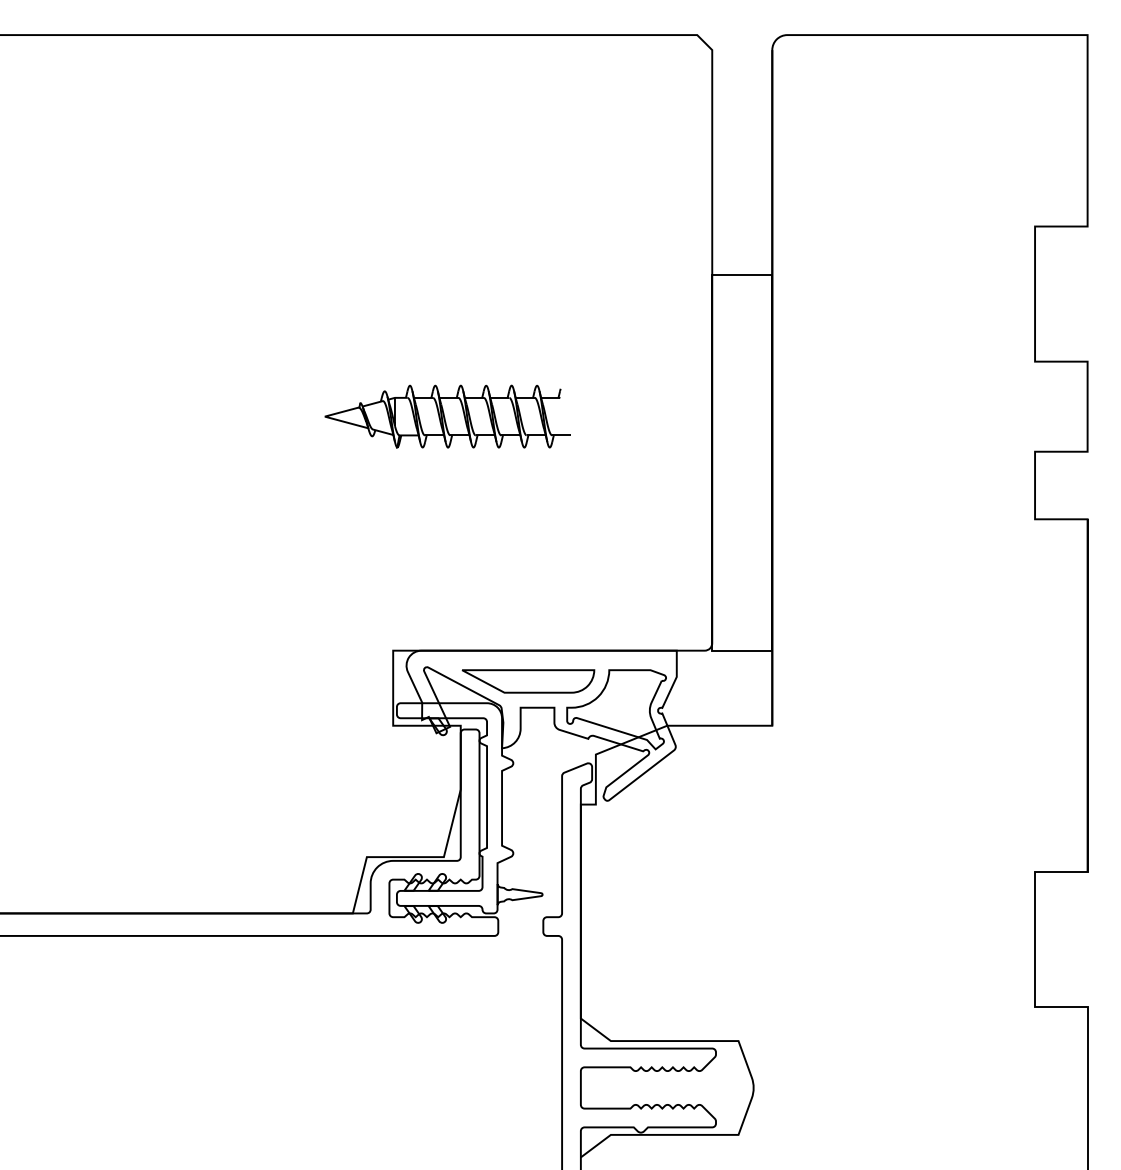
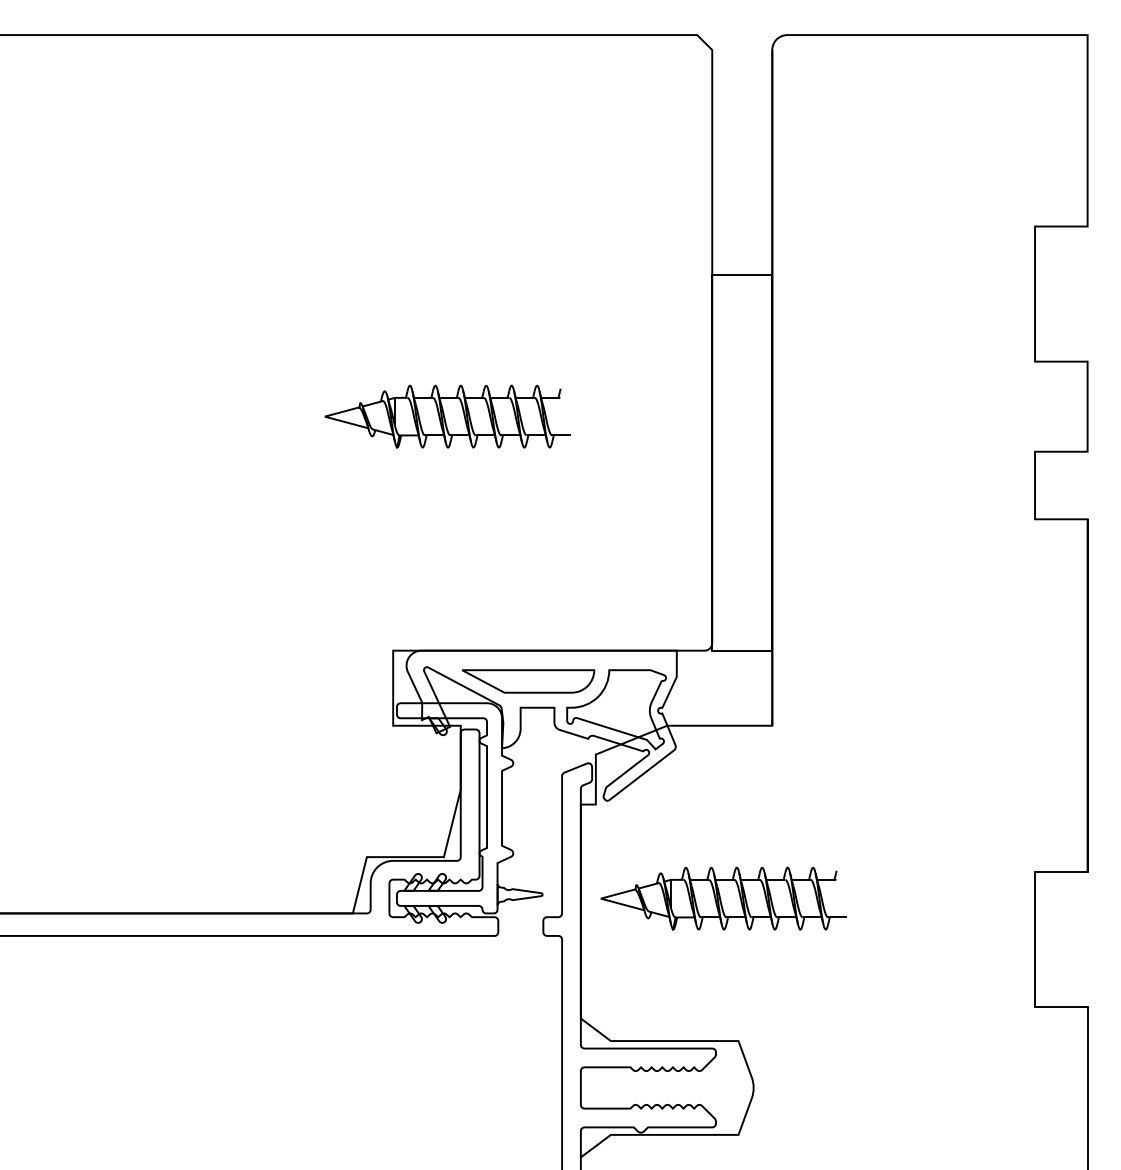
part at (723, 898): none -> present
